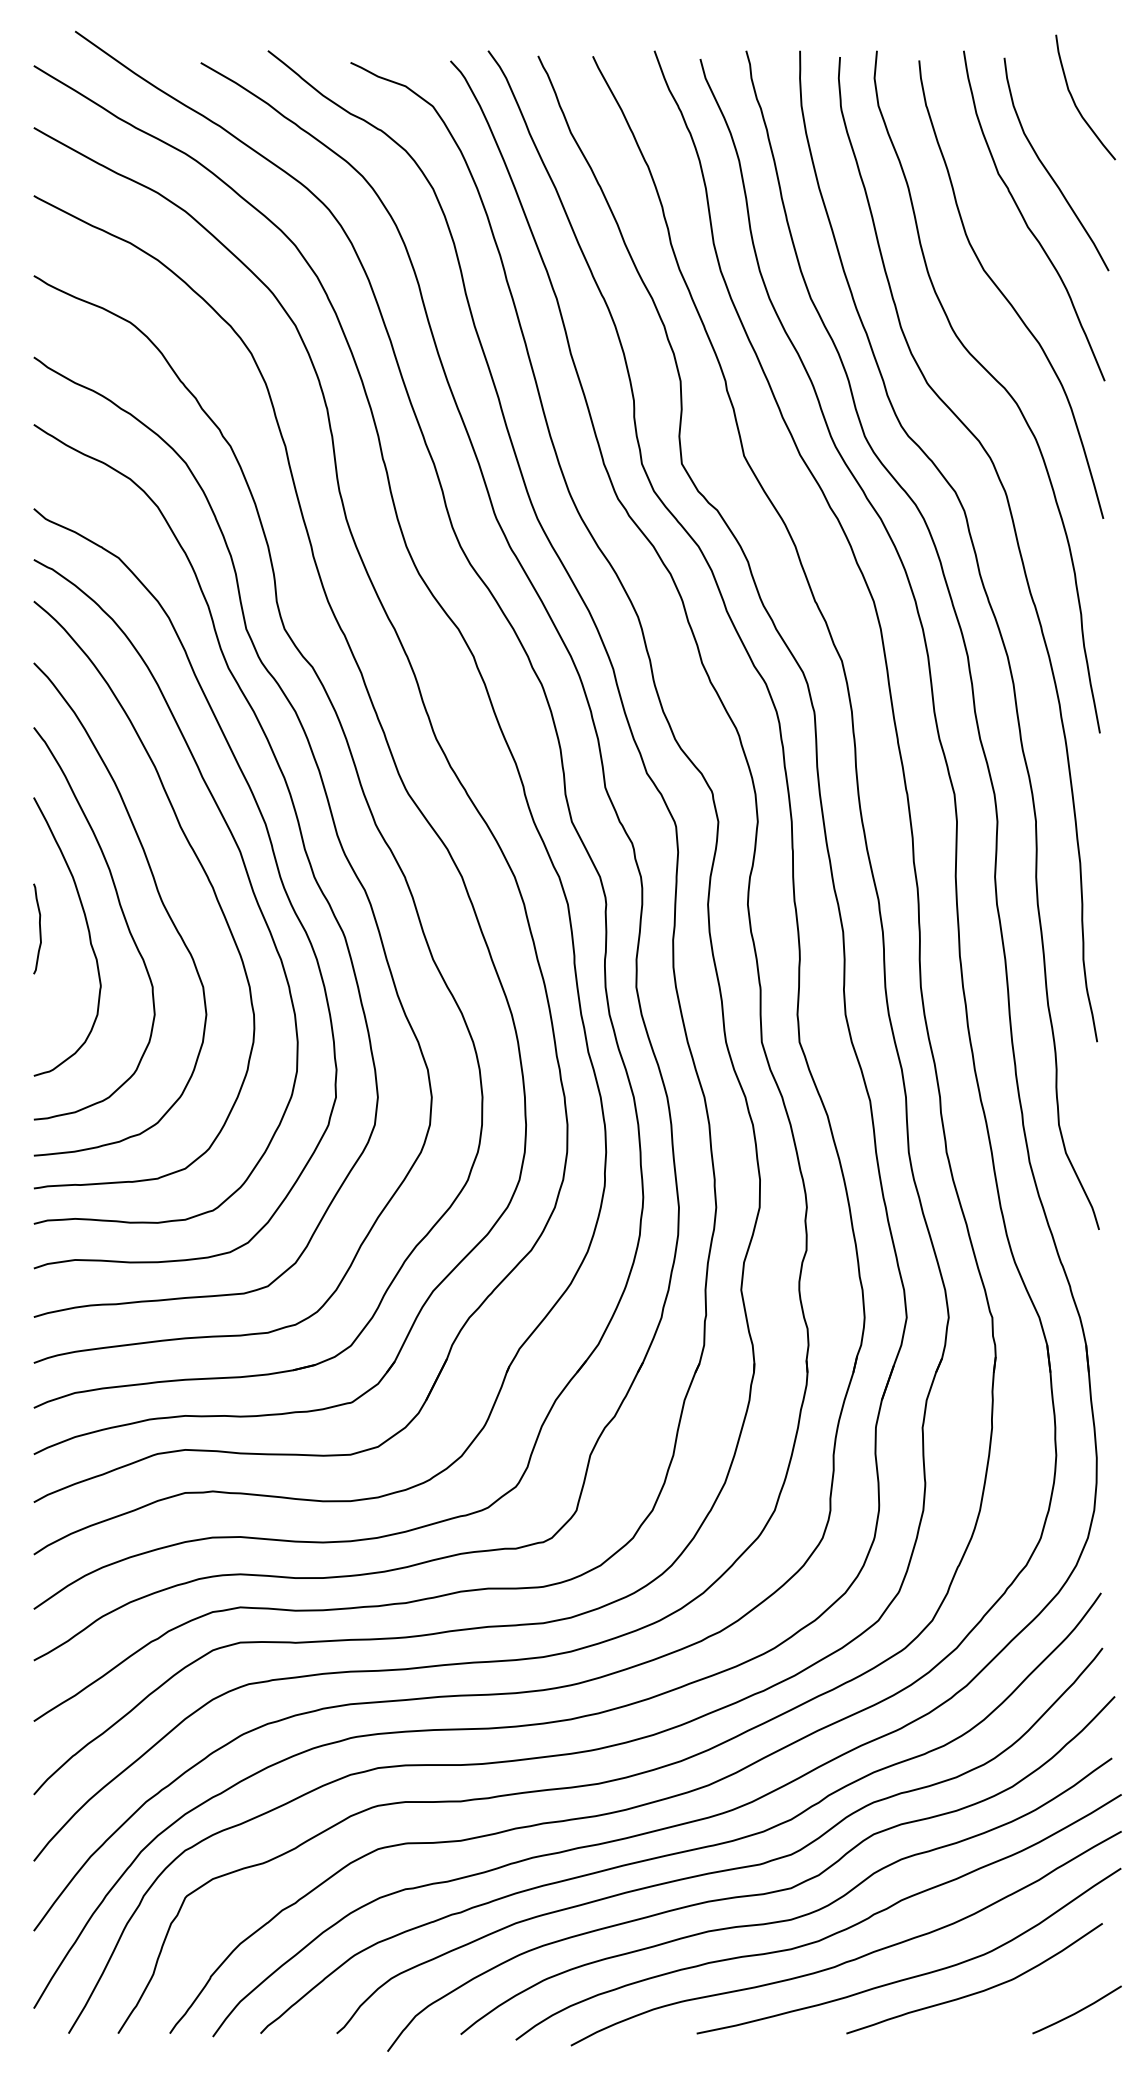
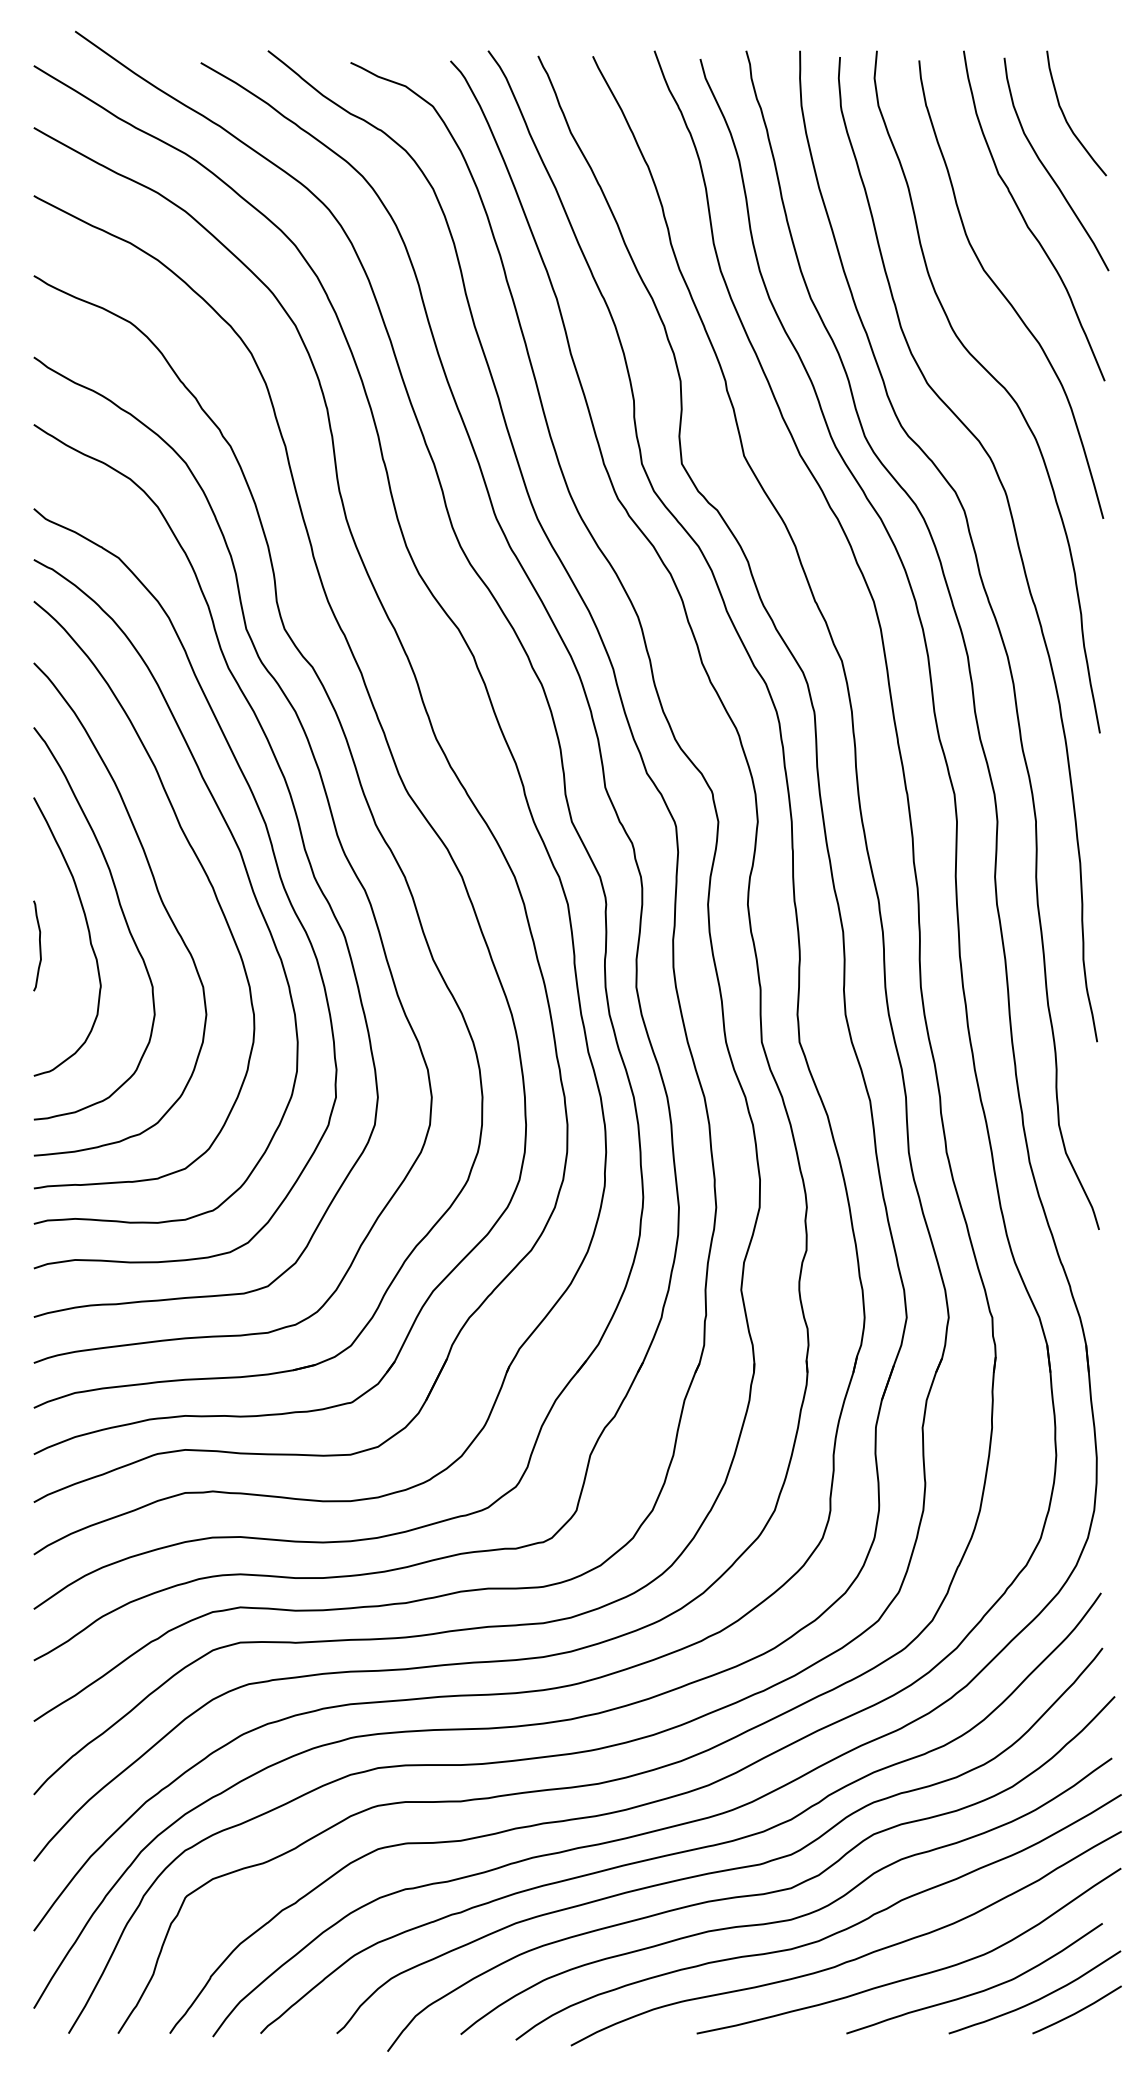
curve at (1075, 102) position: (1075, 102) -> (1066, 118)
curve at (39, 928) position: (39, 928) -> (39, 945)
curve at (1038, 1998): none -> present
